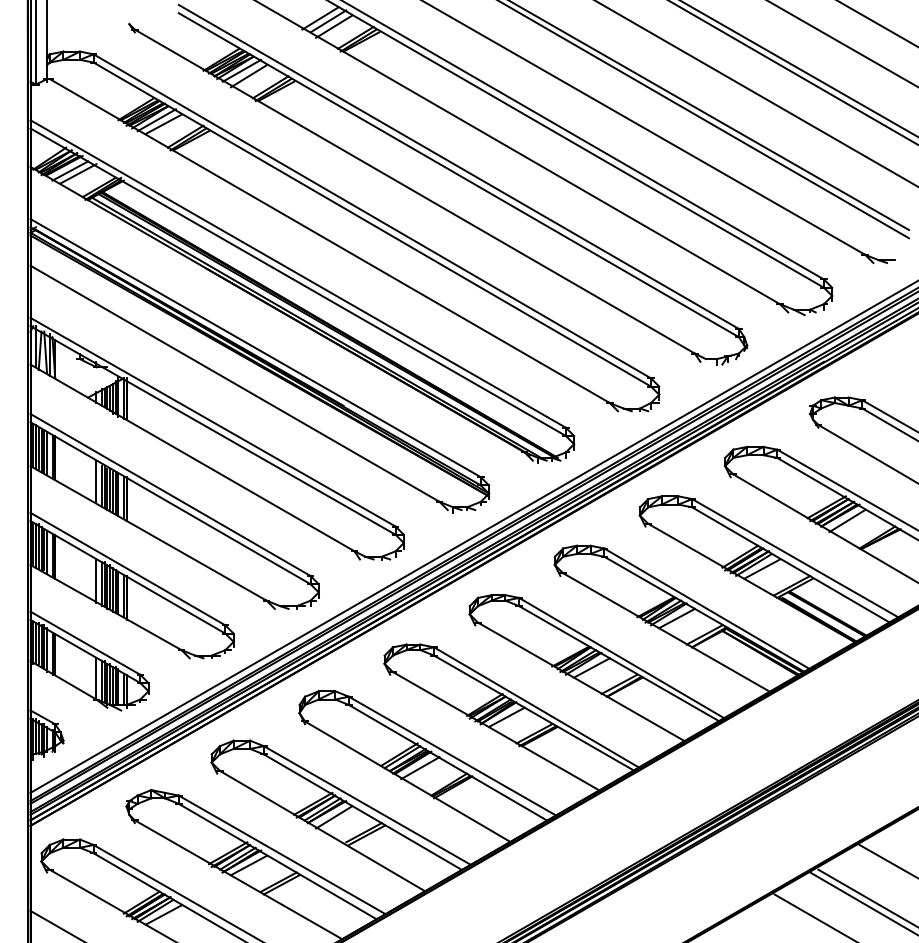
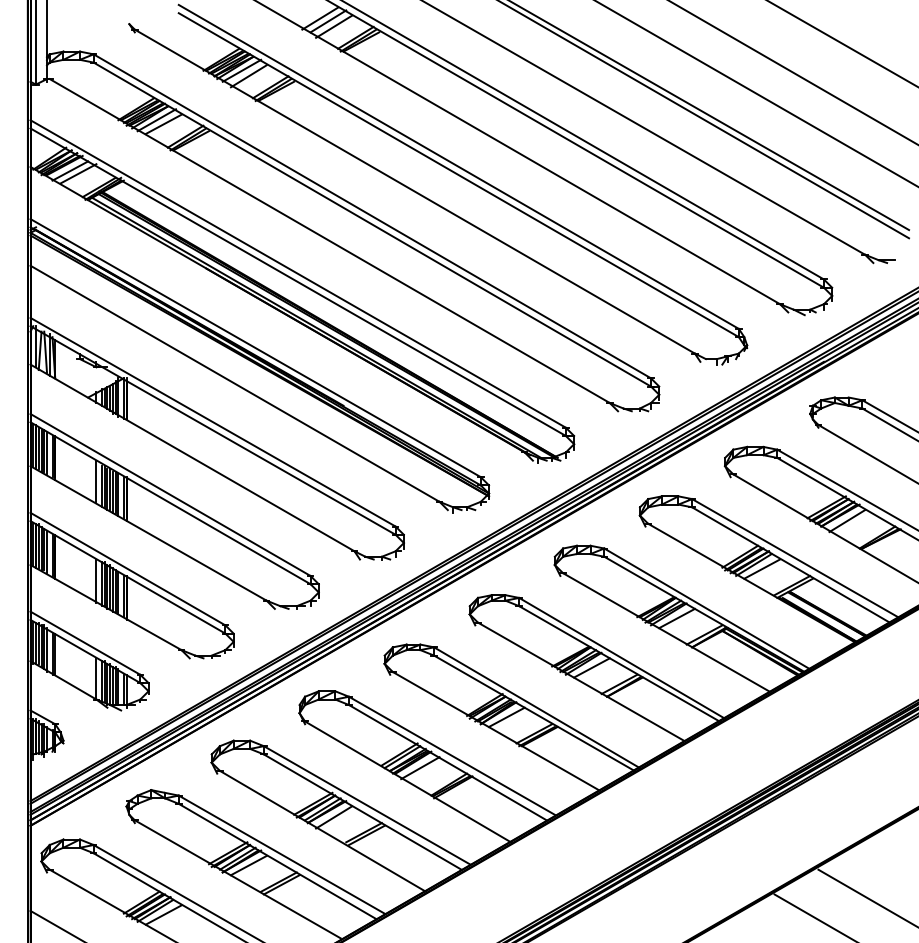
line at (877, 23): present -> none
line at (799, 68): present -> none
line at (472, 537): present -> none
line at (887, 860): present -> none
line at (862, 902): present -> none
